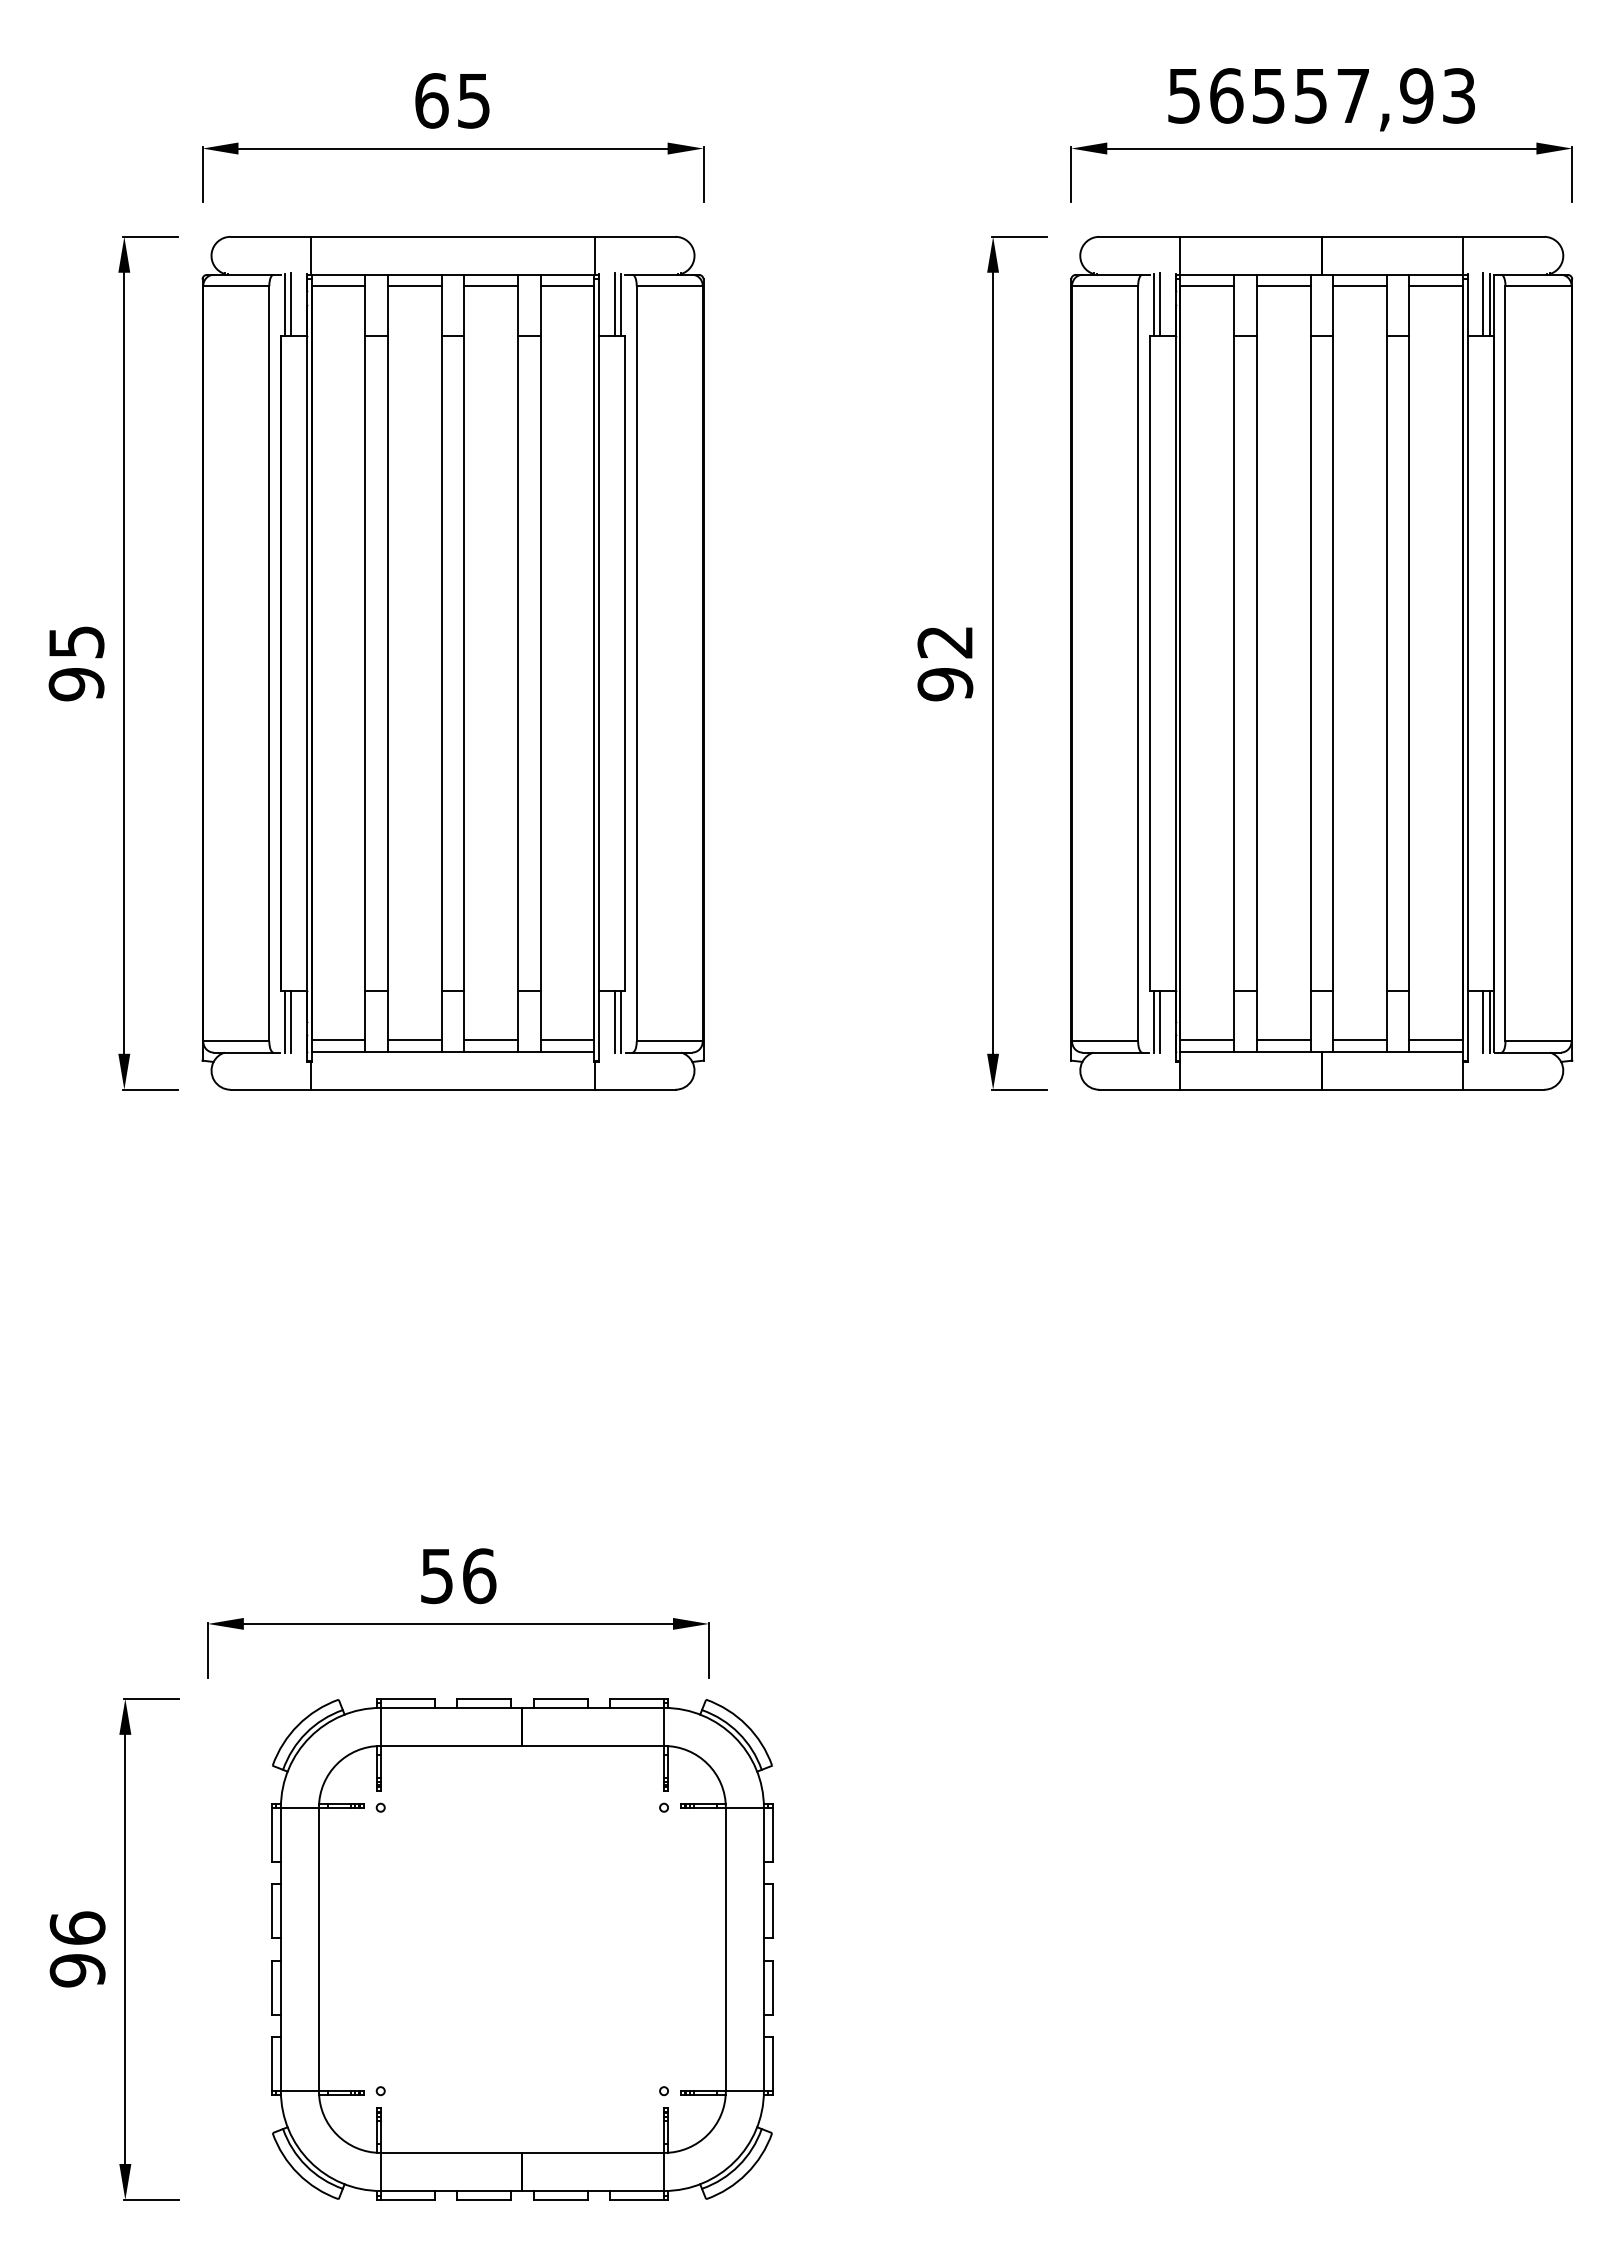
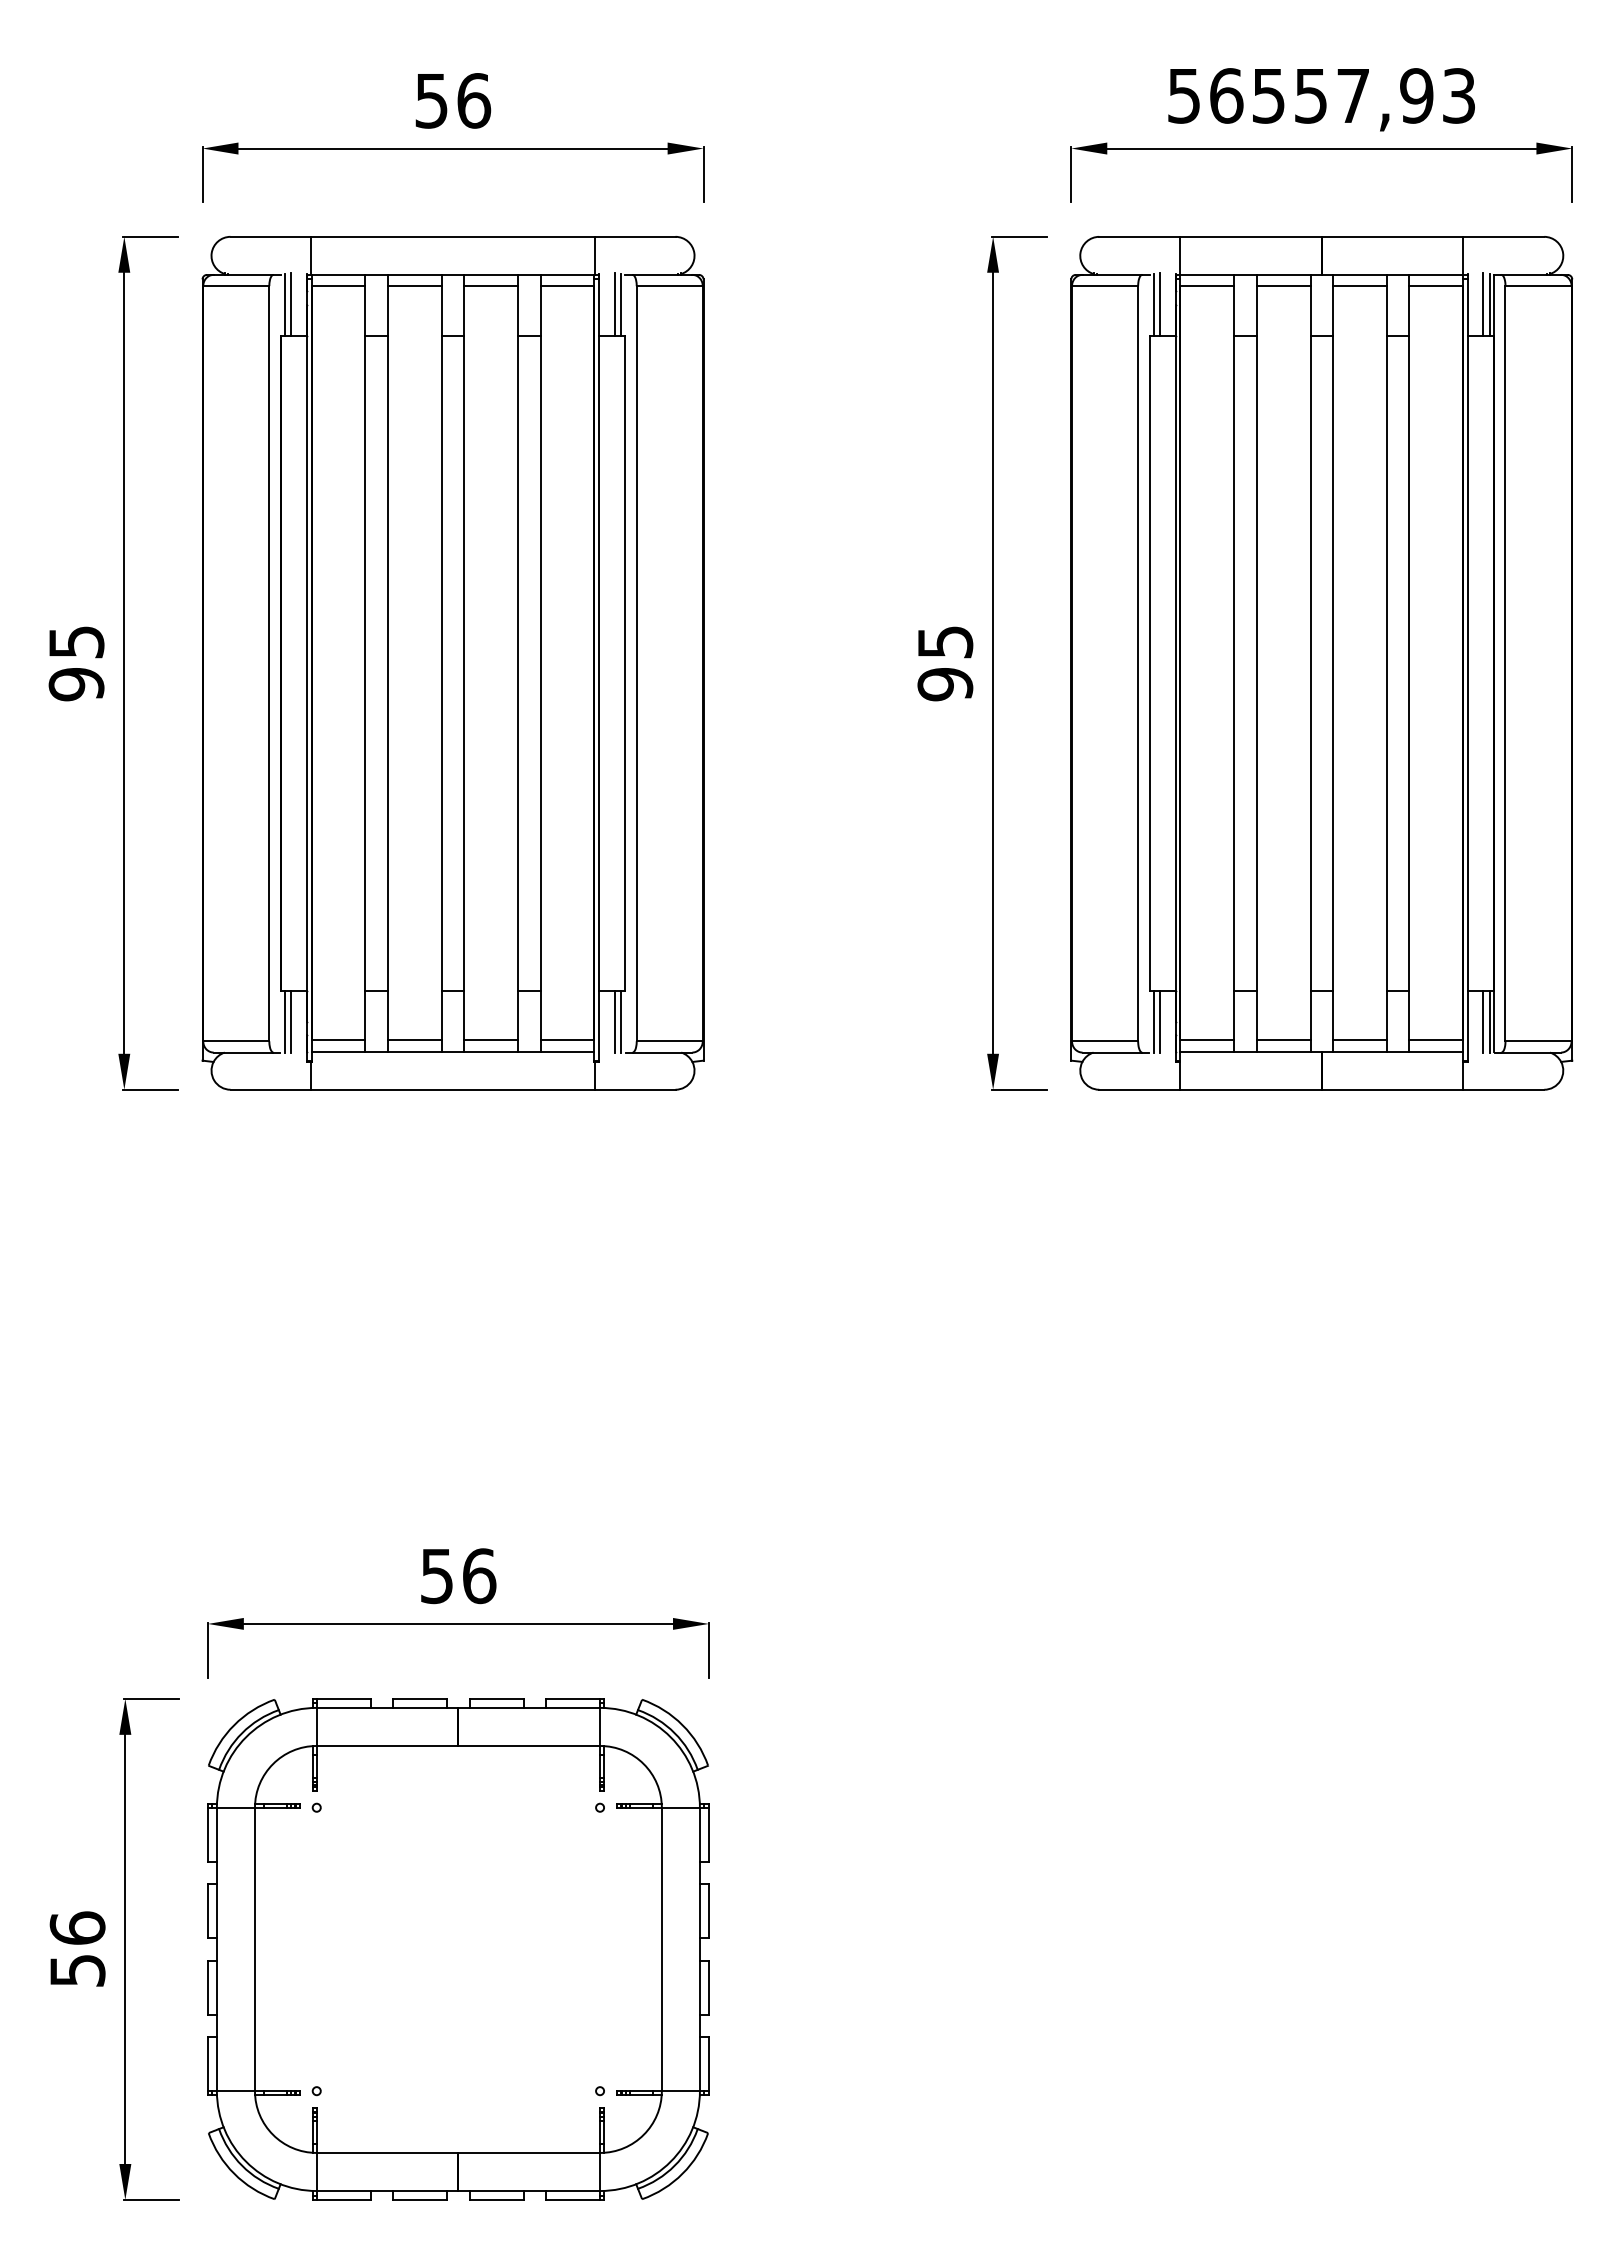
text at (453, 100): 65 -> 56
text at (945, 642): 92 -> 95
part at (522, 1949) position: (522, 1949) -> (458, 1949)
text at (77, 1970): 96 -> 56
